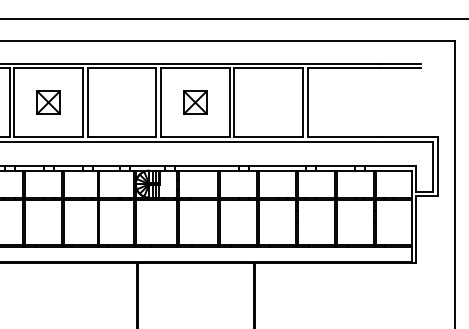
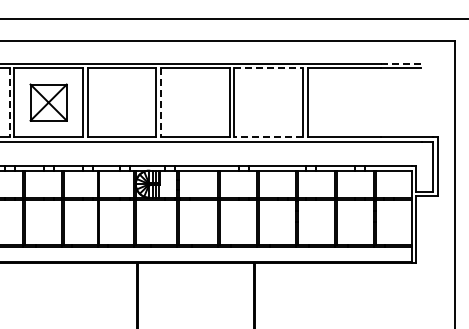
line at (401, 63): solid -> dashed
line at (269, 68): solid -> dashed
part at (48, 102) size: 25x25 px -> 39x39 px
part at (195, 102): present -> none
line at (9, 103): solid -> dashed
line at (160, 103): solid -> dashed
line at (268, 137): solid -> dashed
